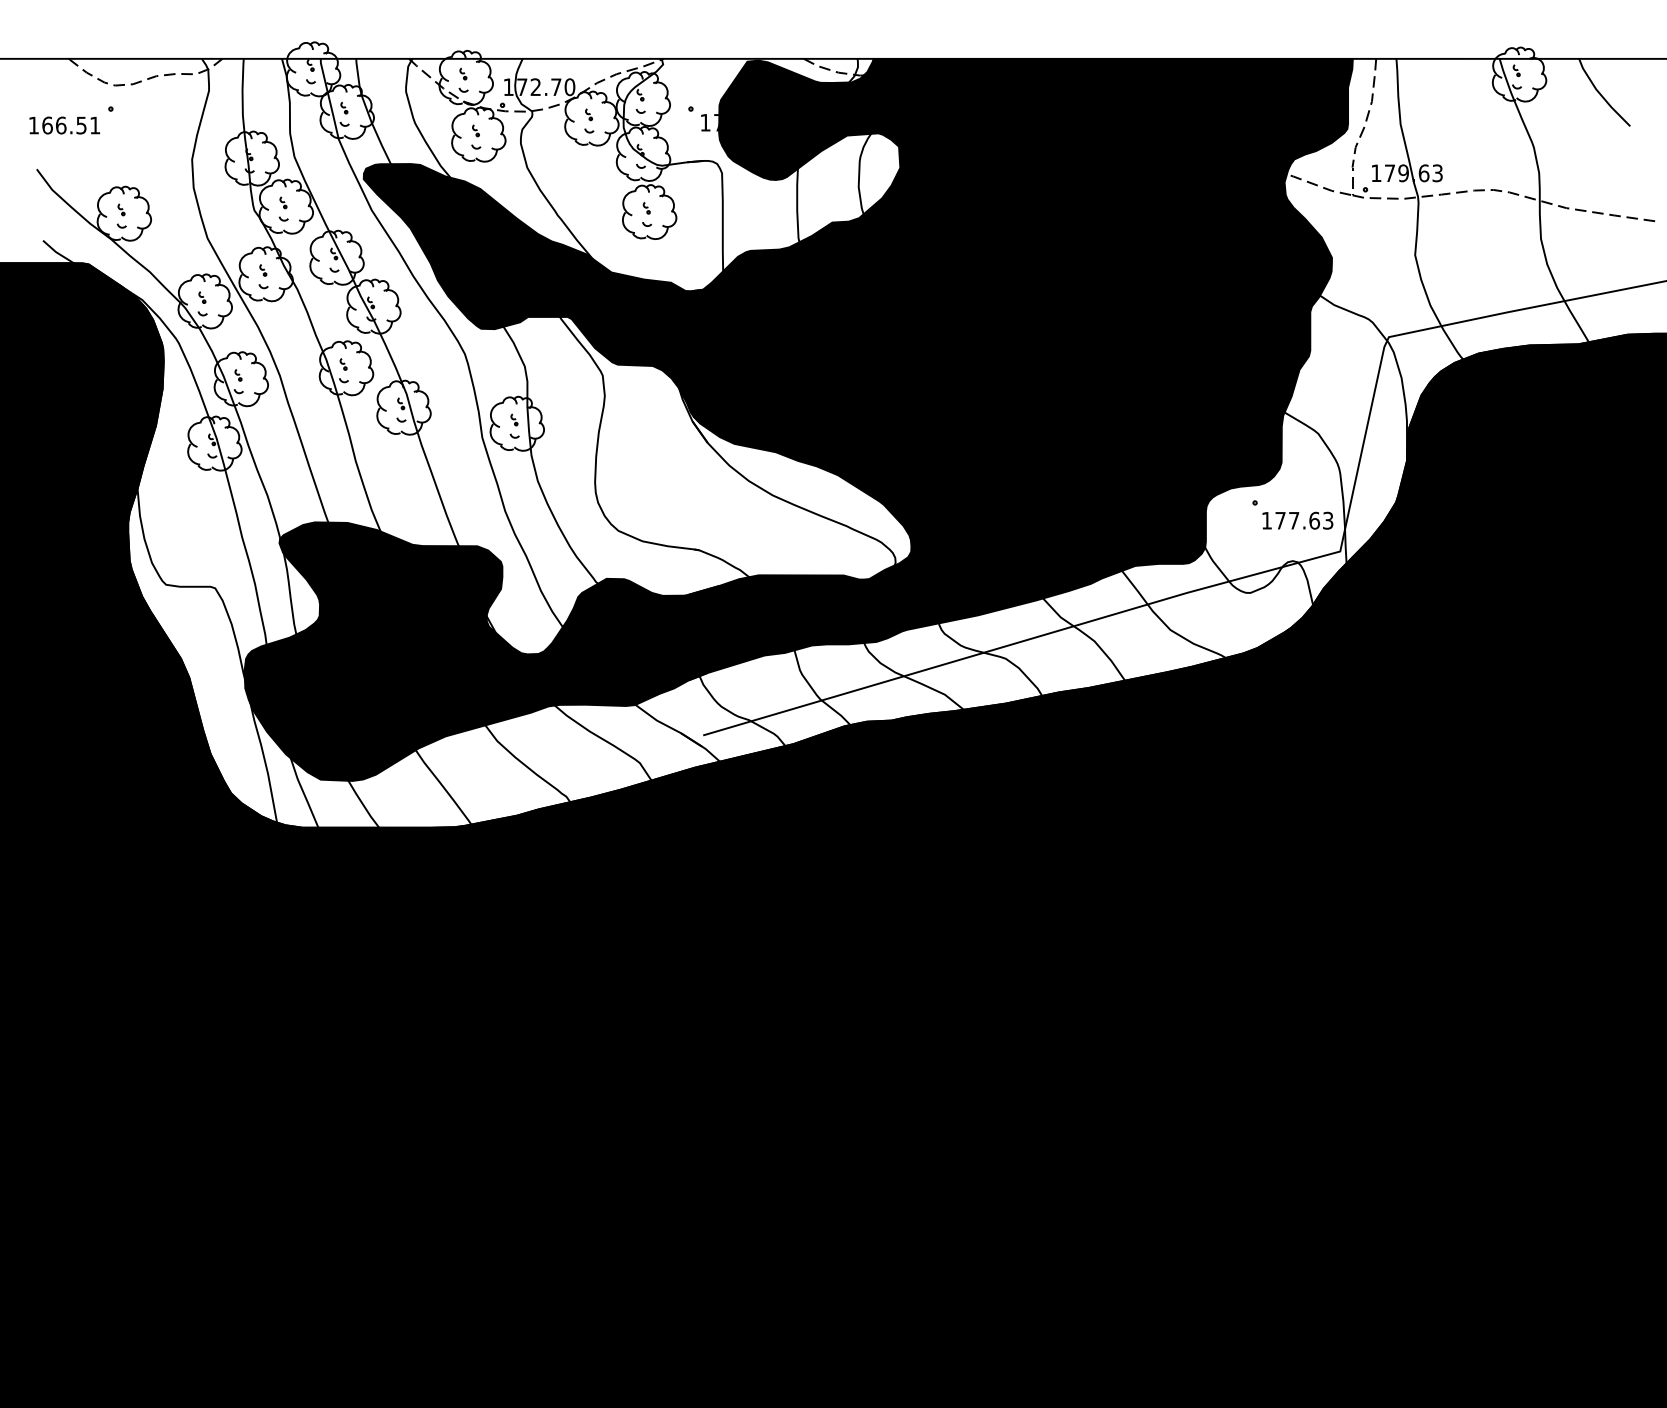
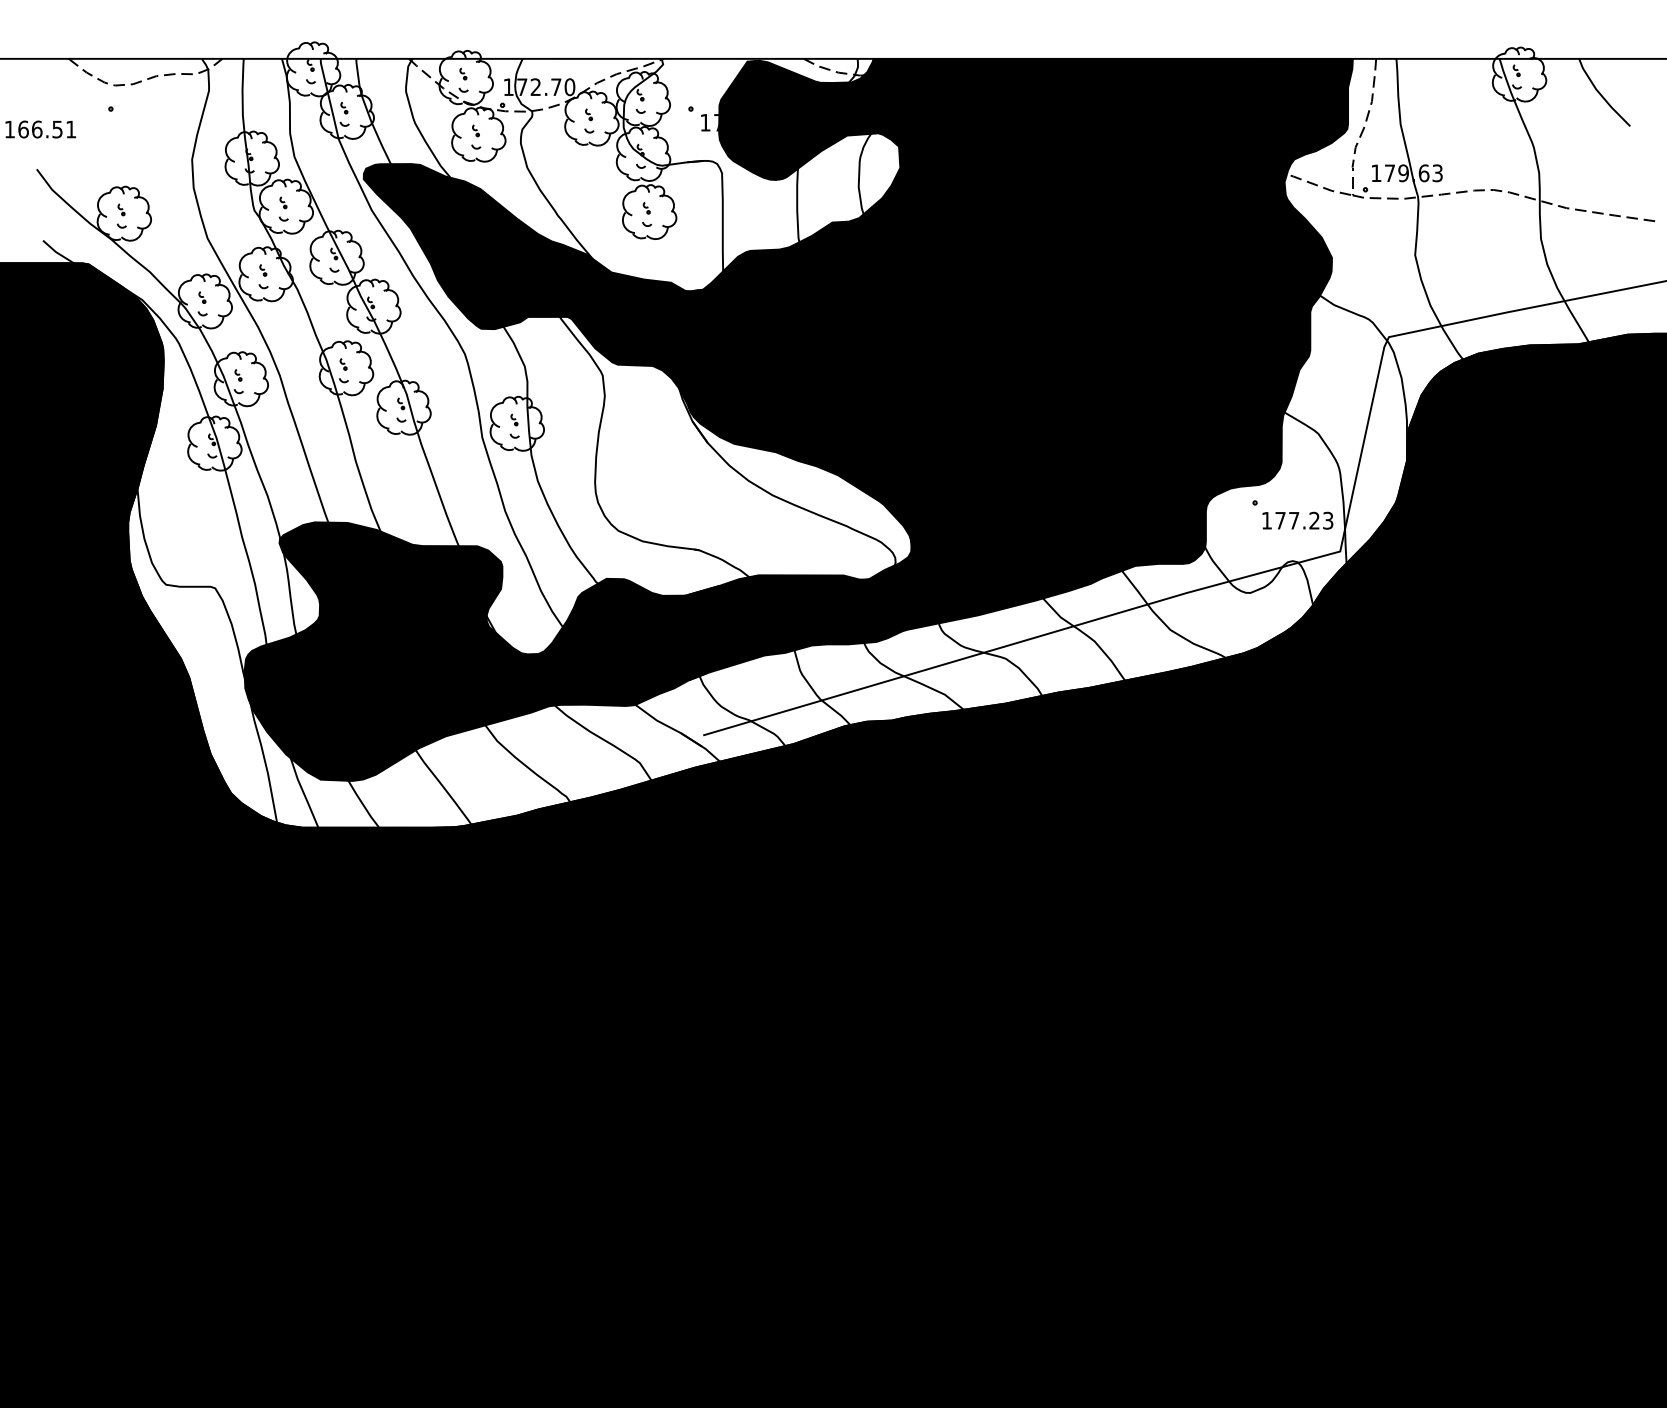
text at (64, 125) position: (64, 125) -> (40, 129)
text at (1314, 520): 177.63 -> 177.23
